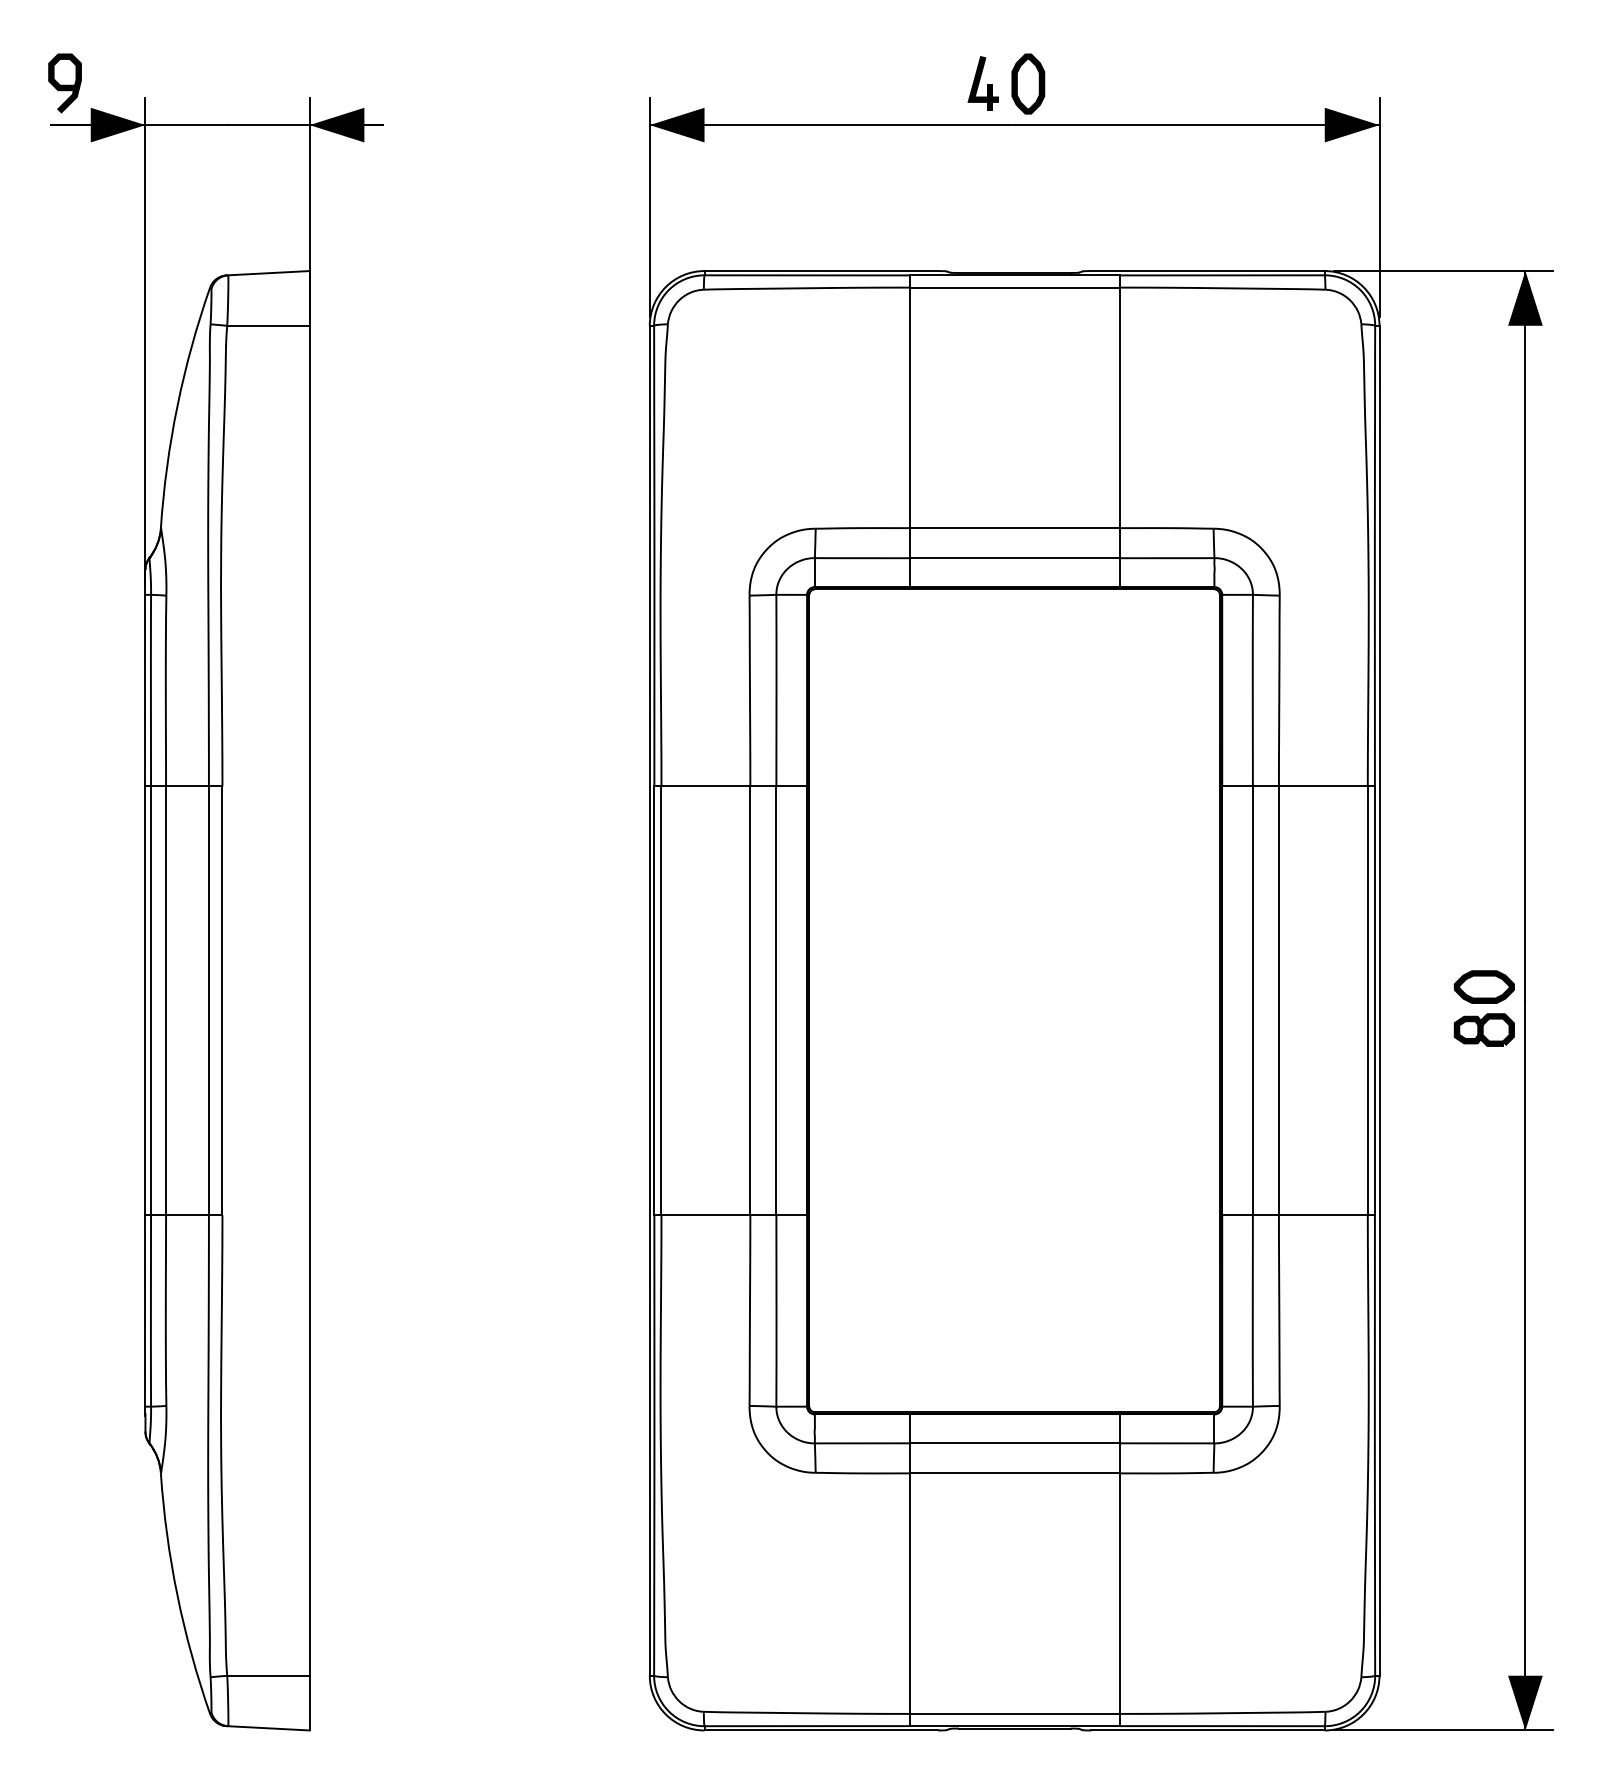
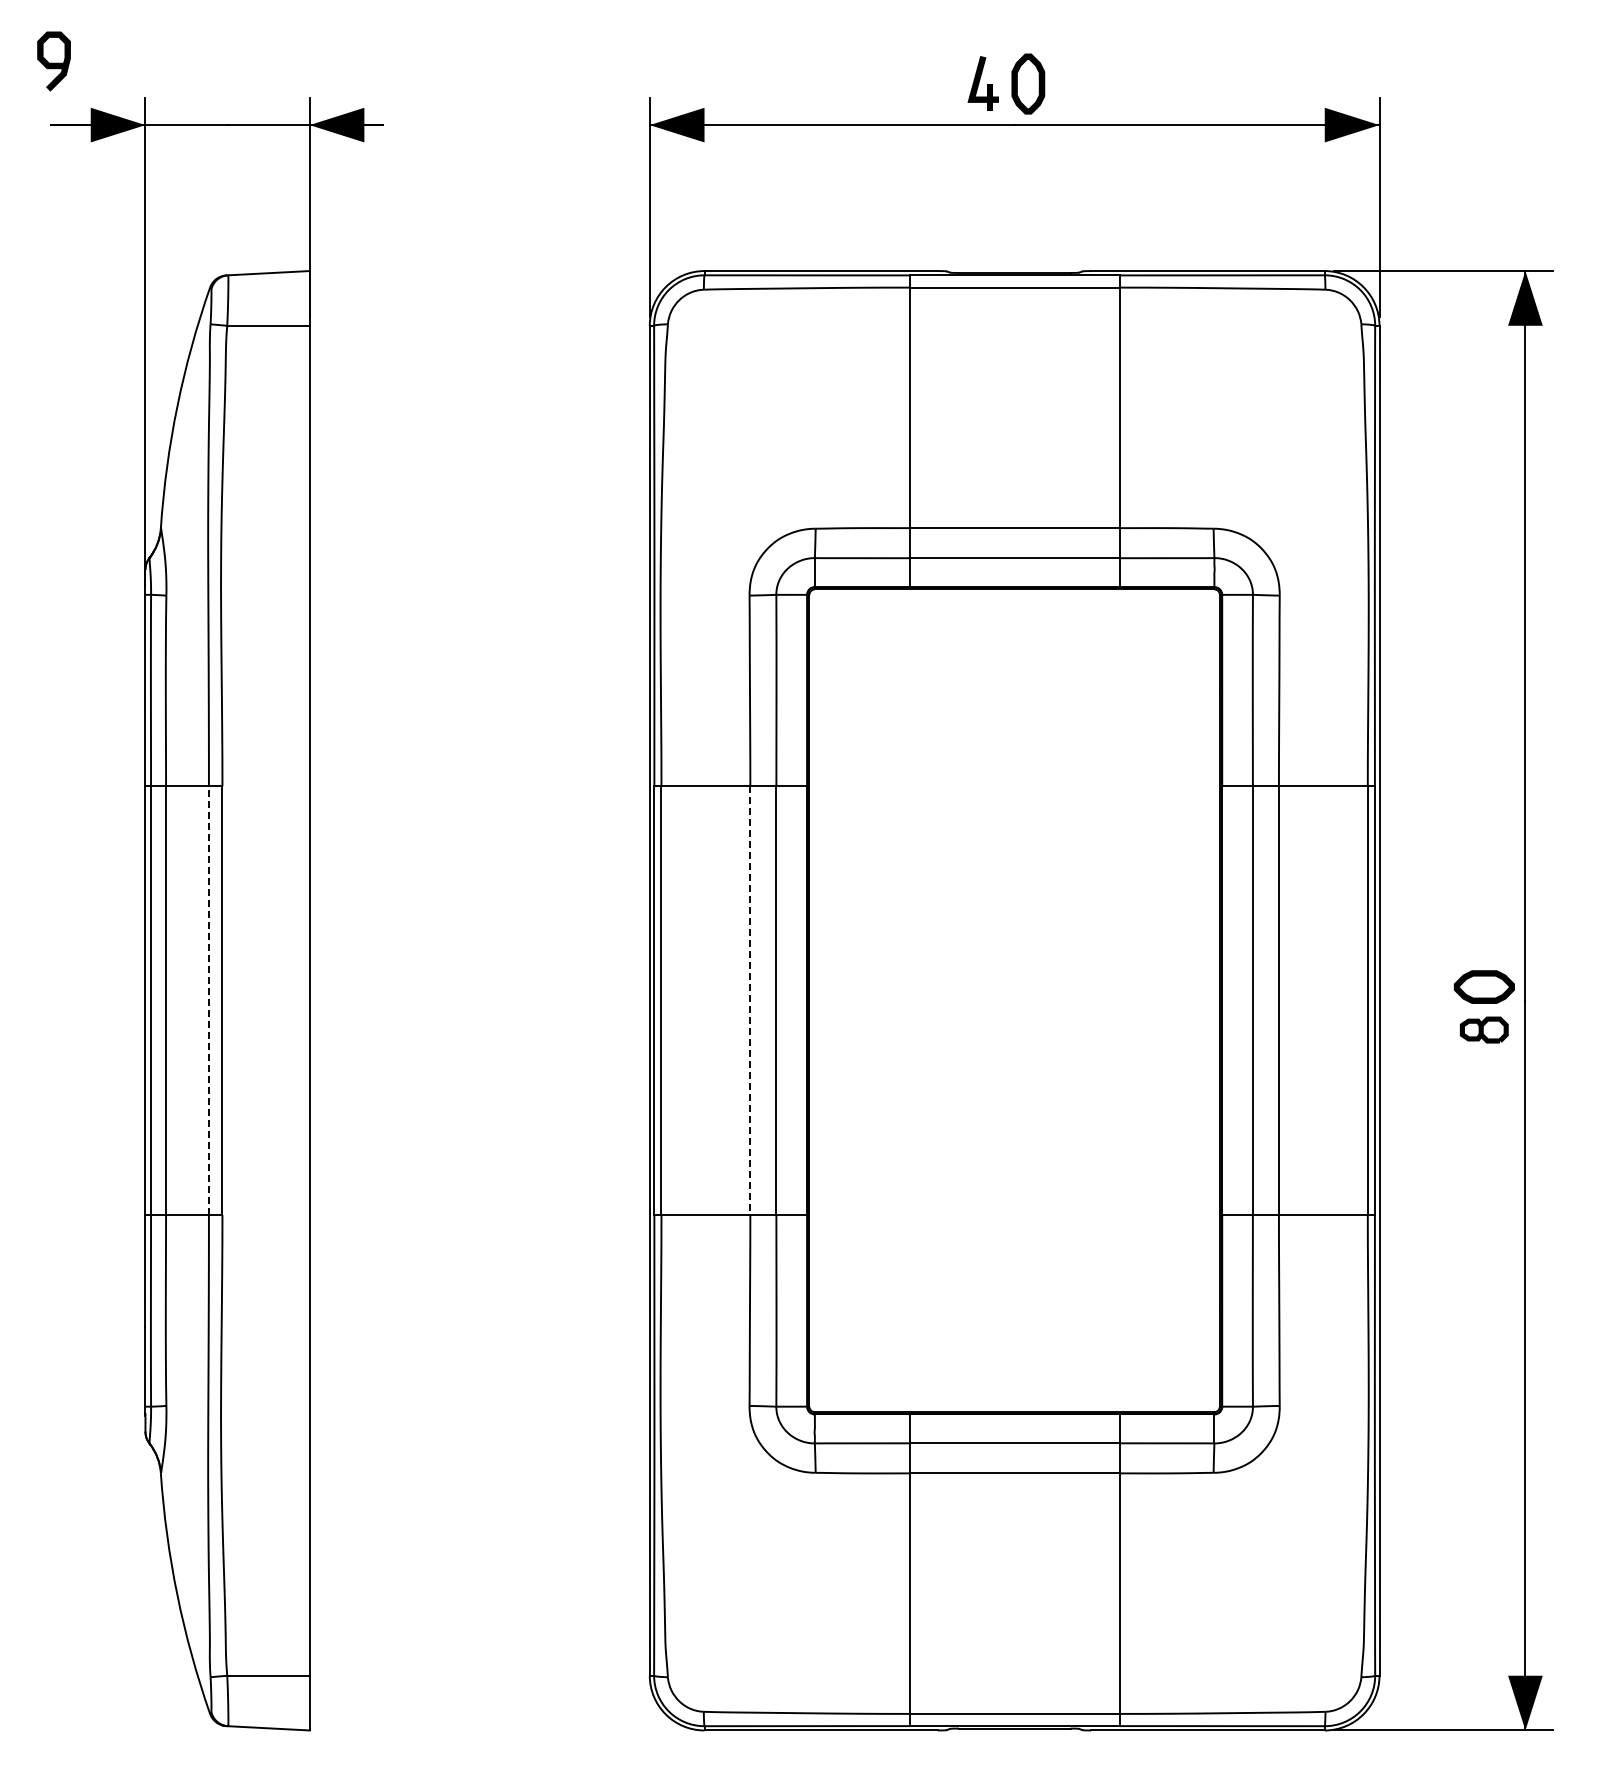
curve at (64, 84) position: (64, 84) -> (53, 62)
line at (208, 1000): solid -> dashed
line at (750, 1001): solid -> dashed
part at (1483, 1029) size: 62x34 px -> 49x28 px
